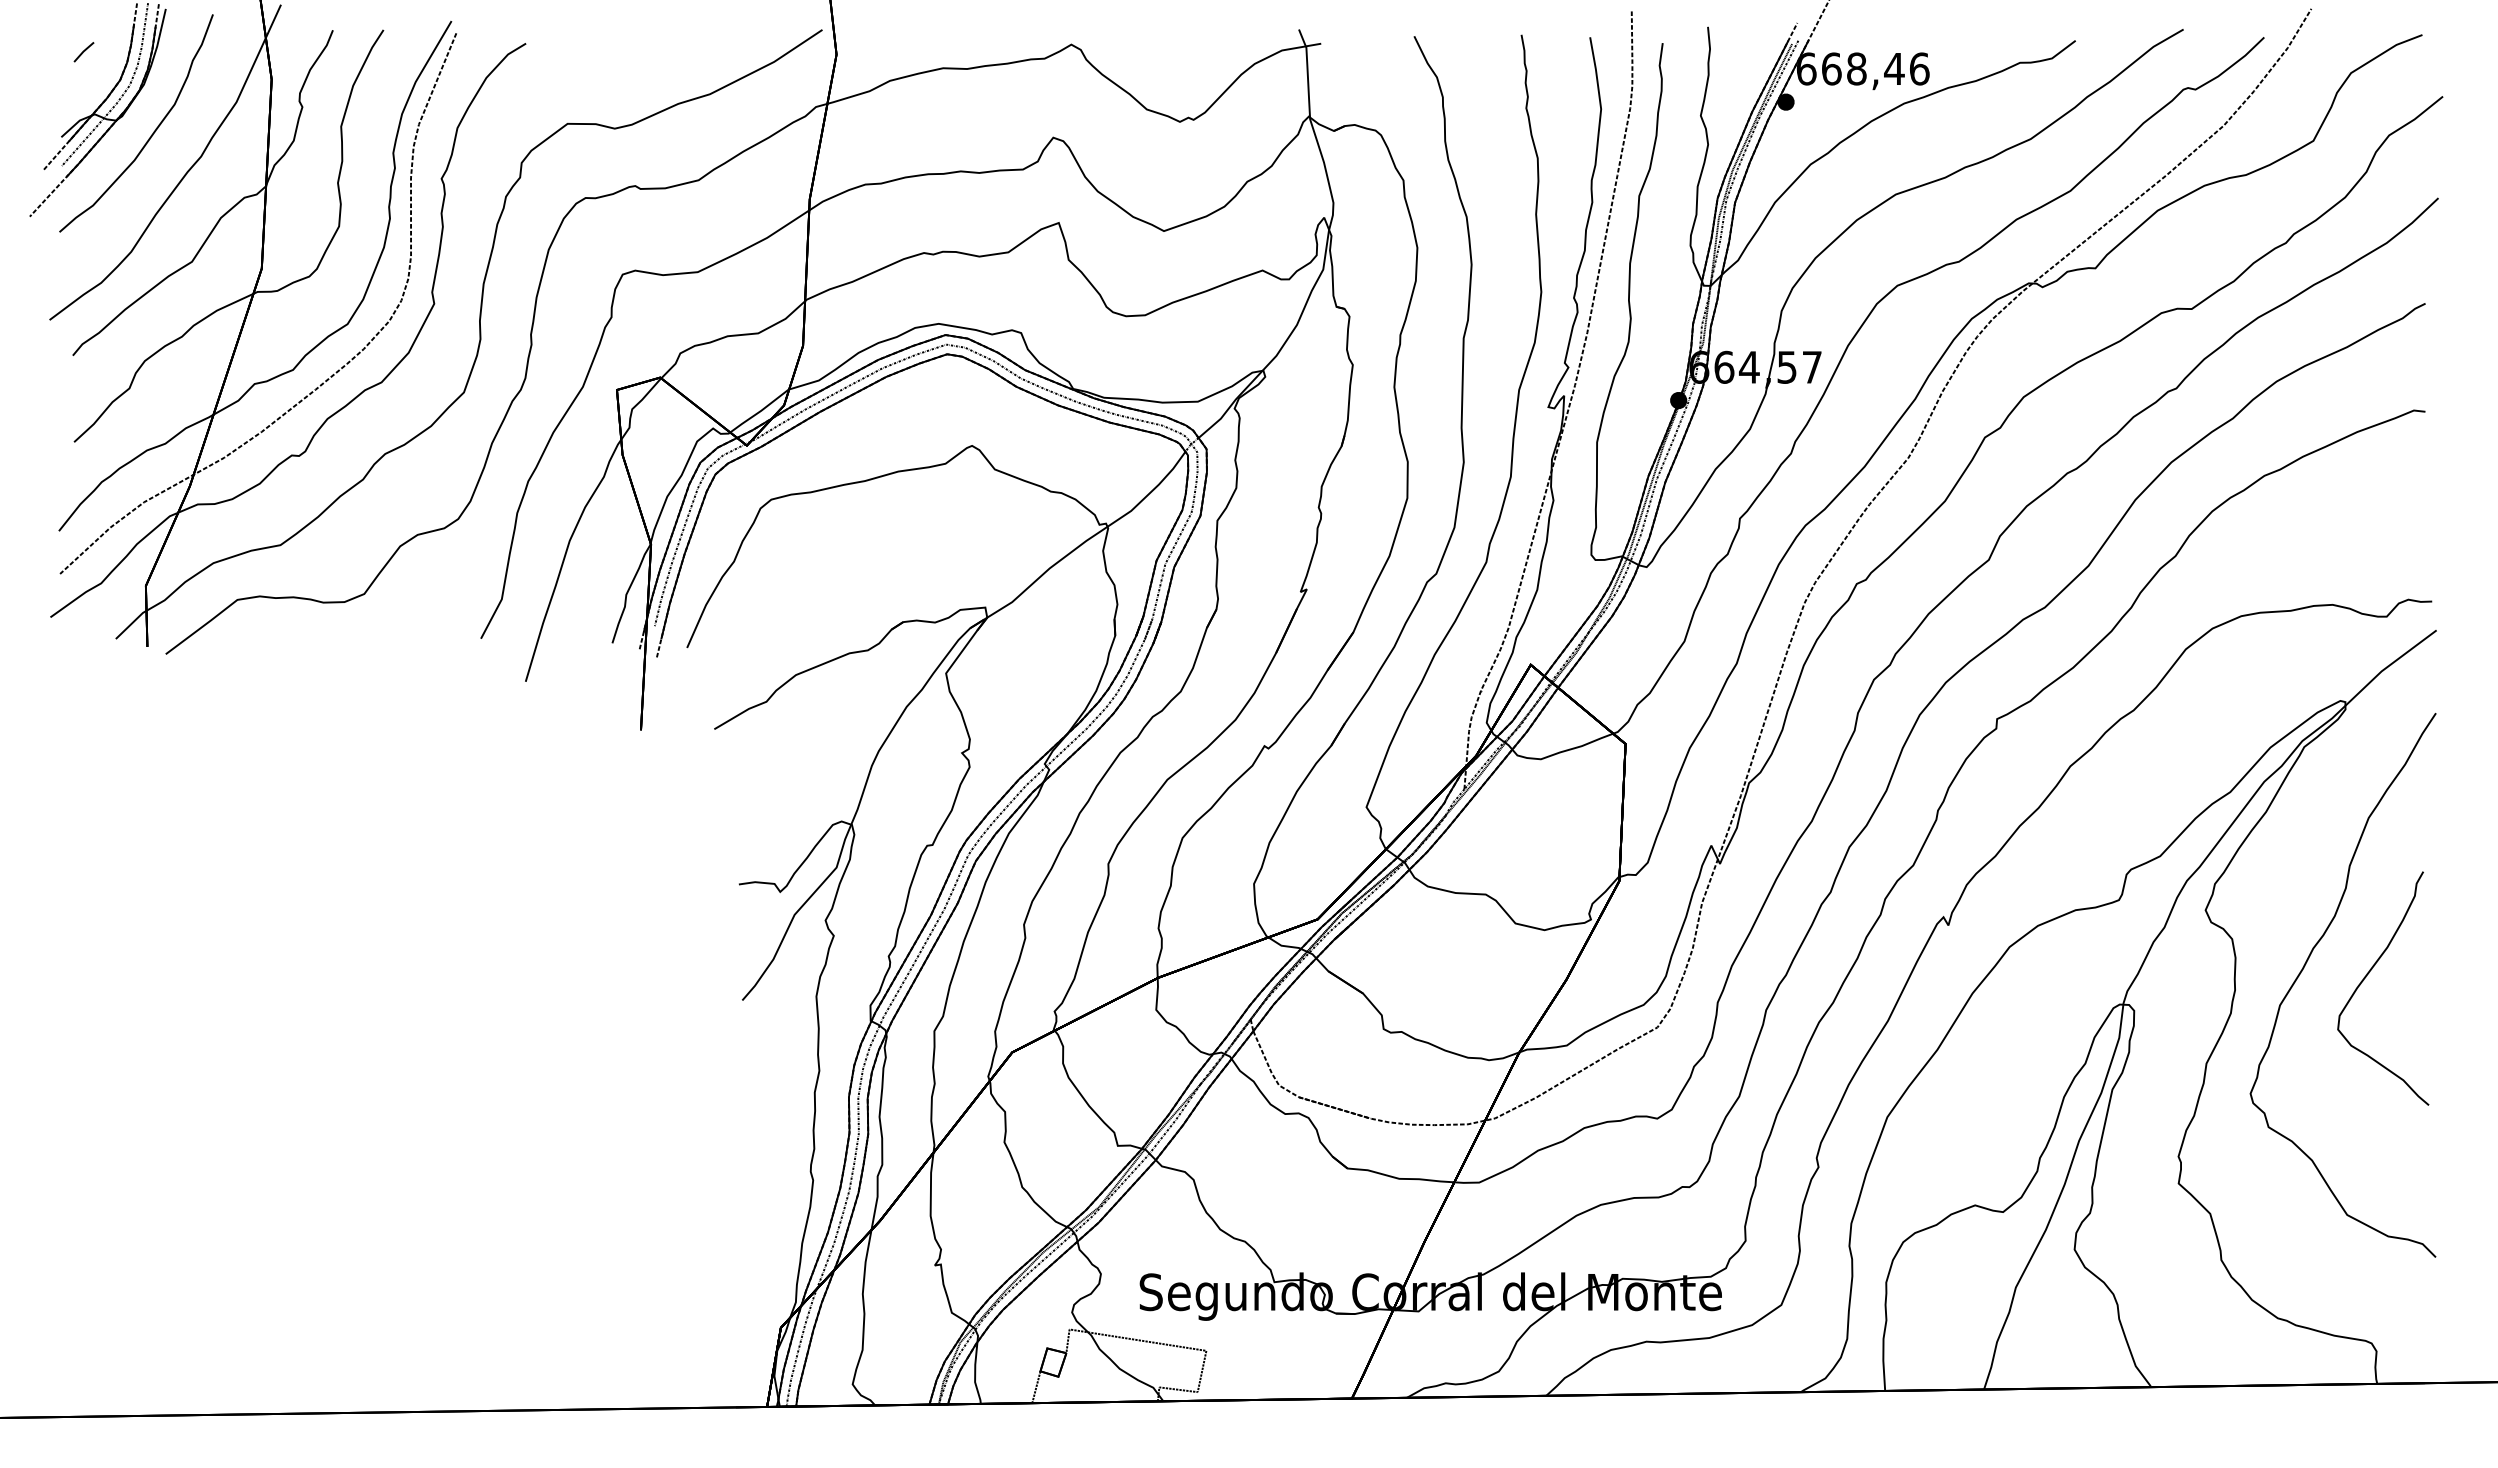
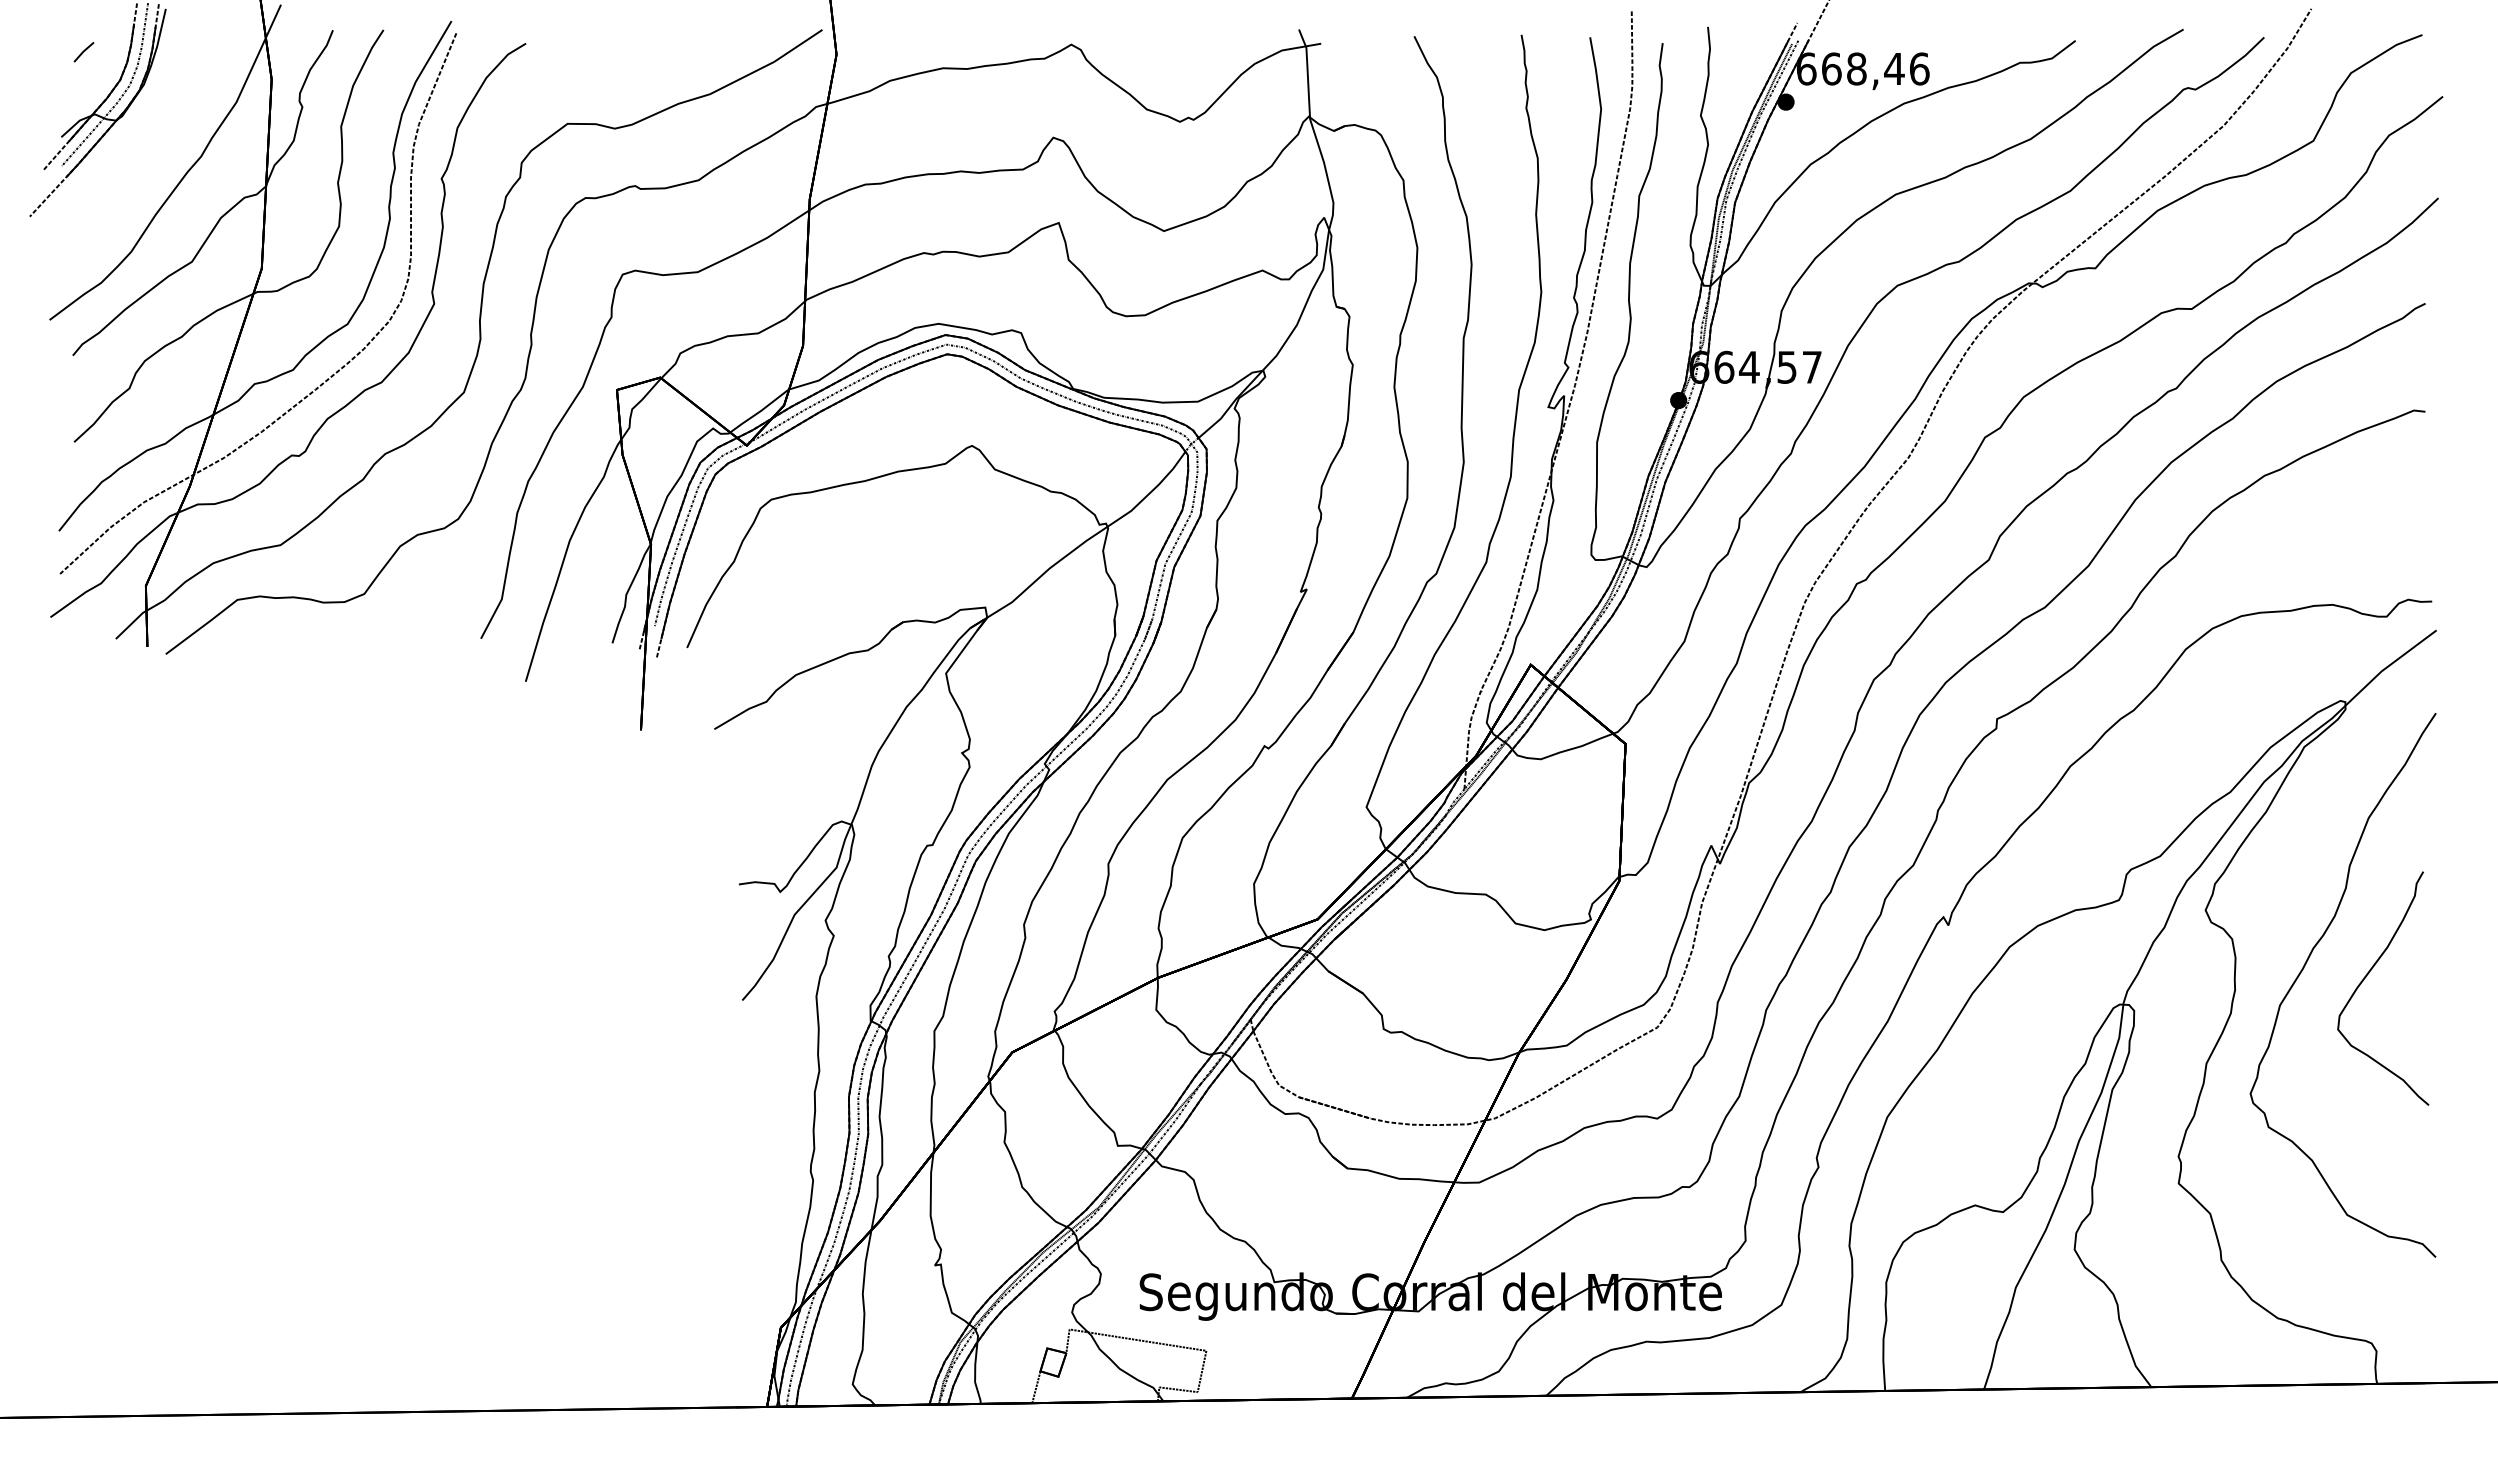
part at (150, 135): present -> none
